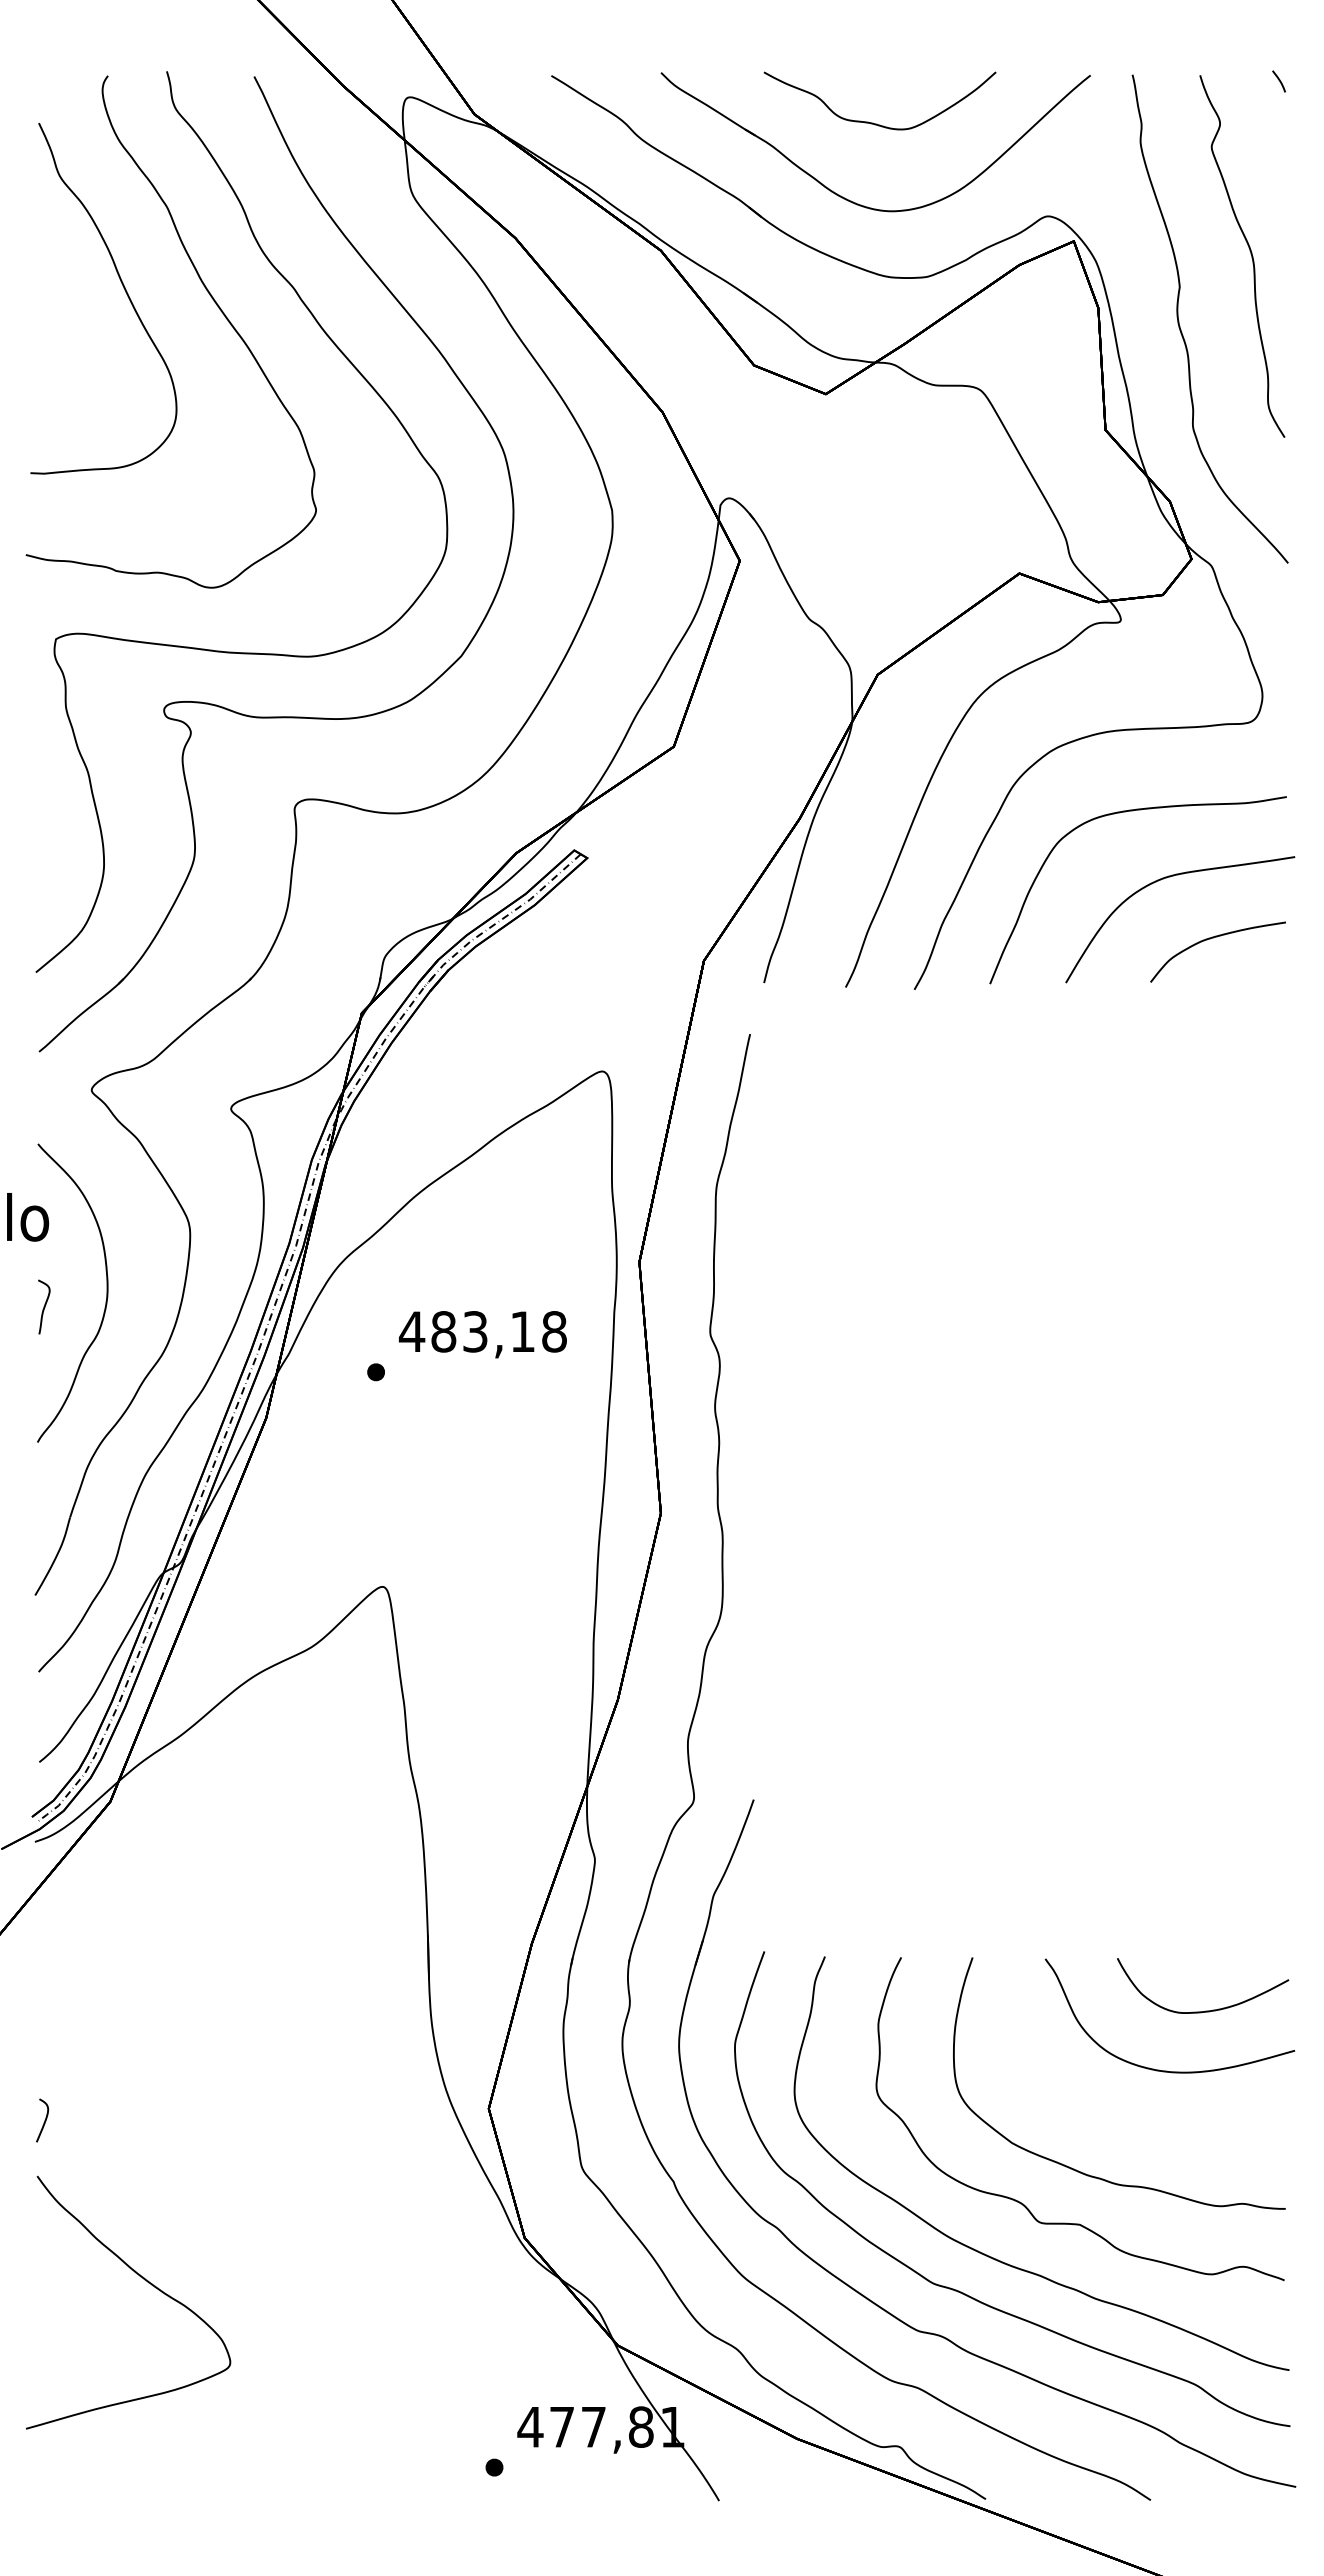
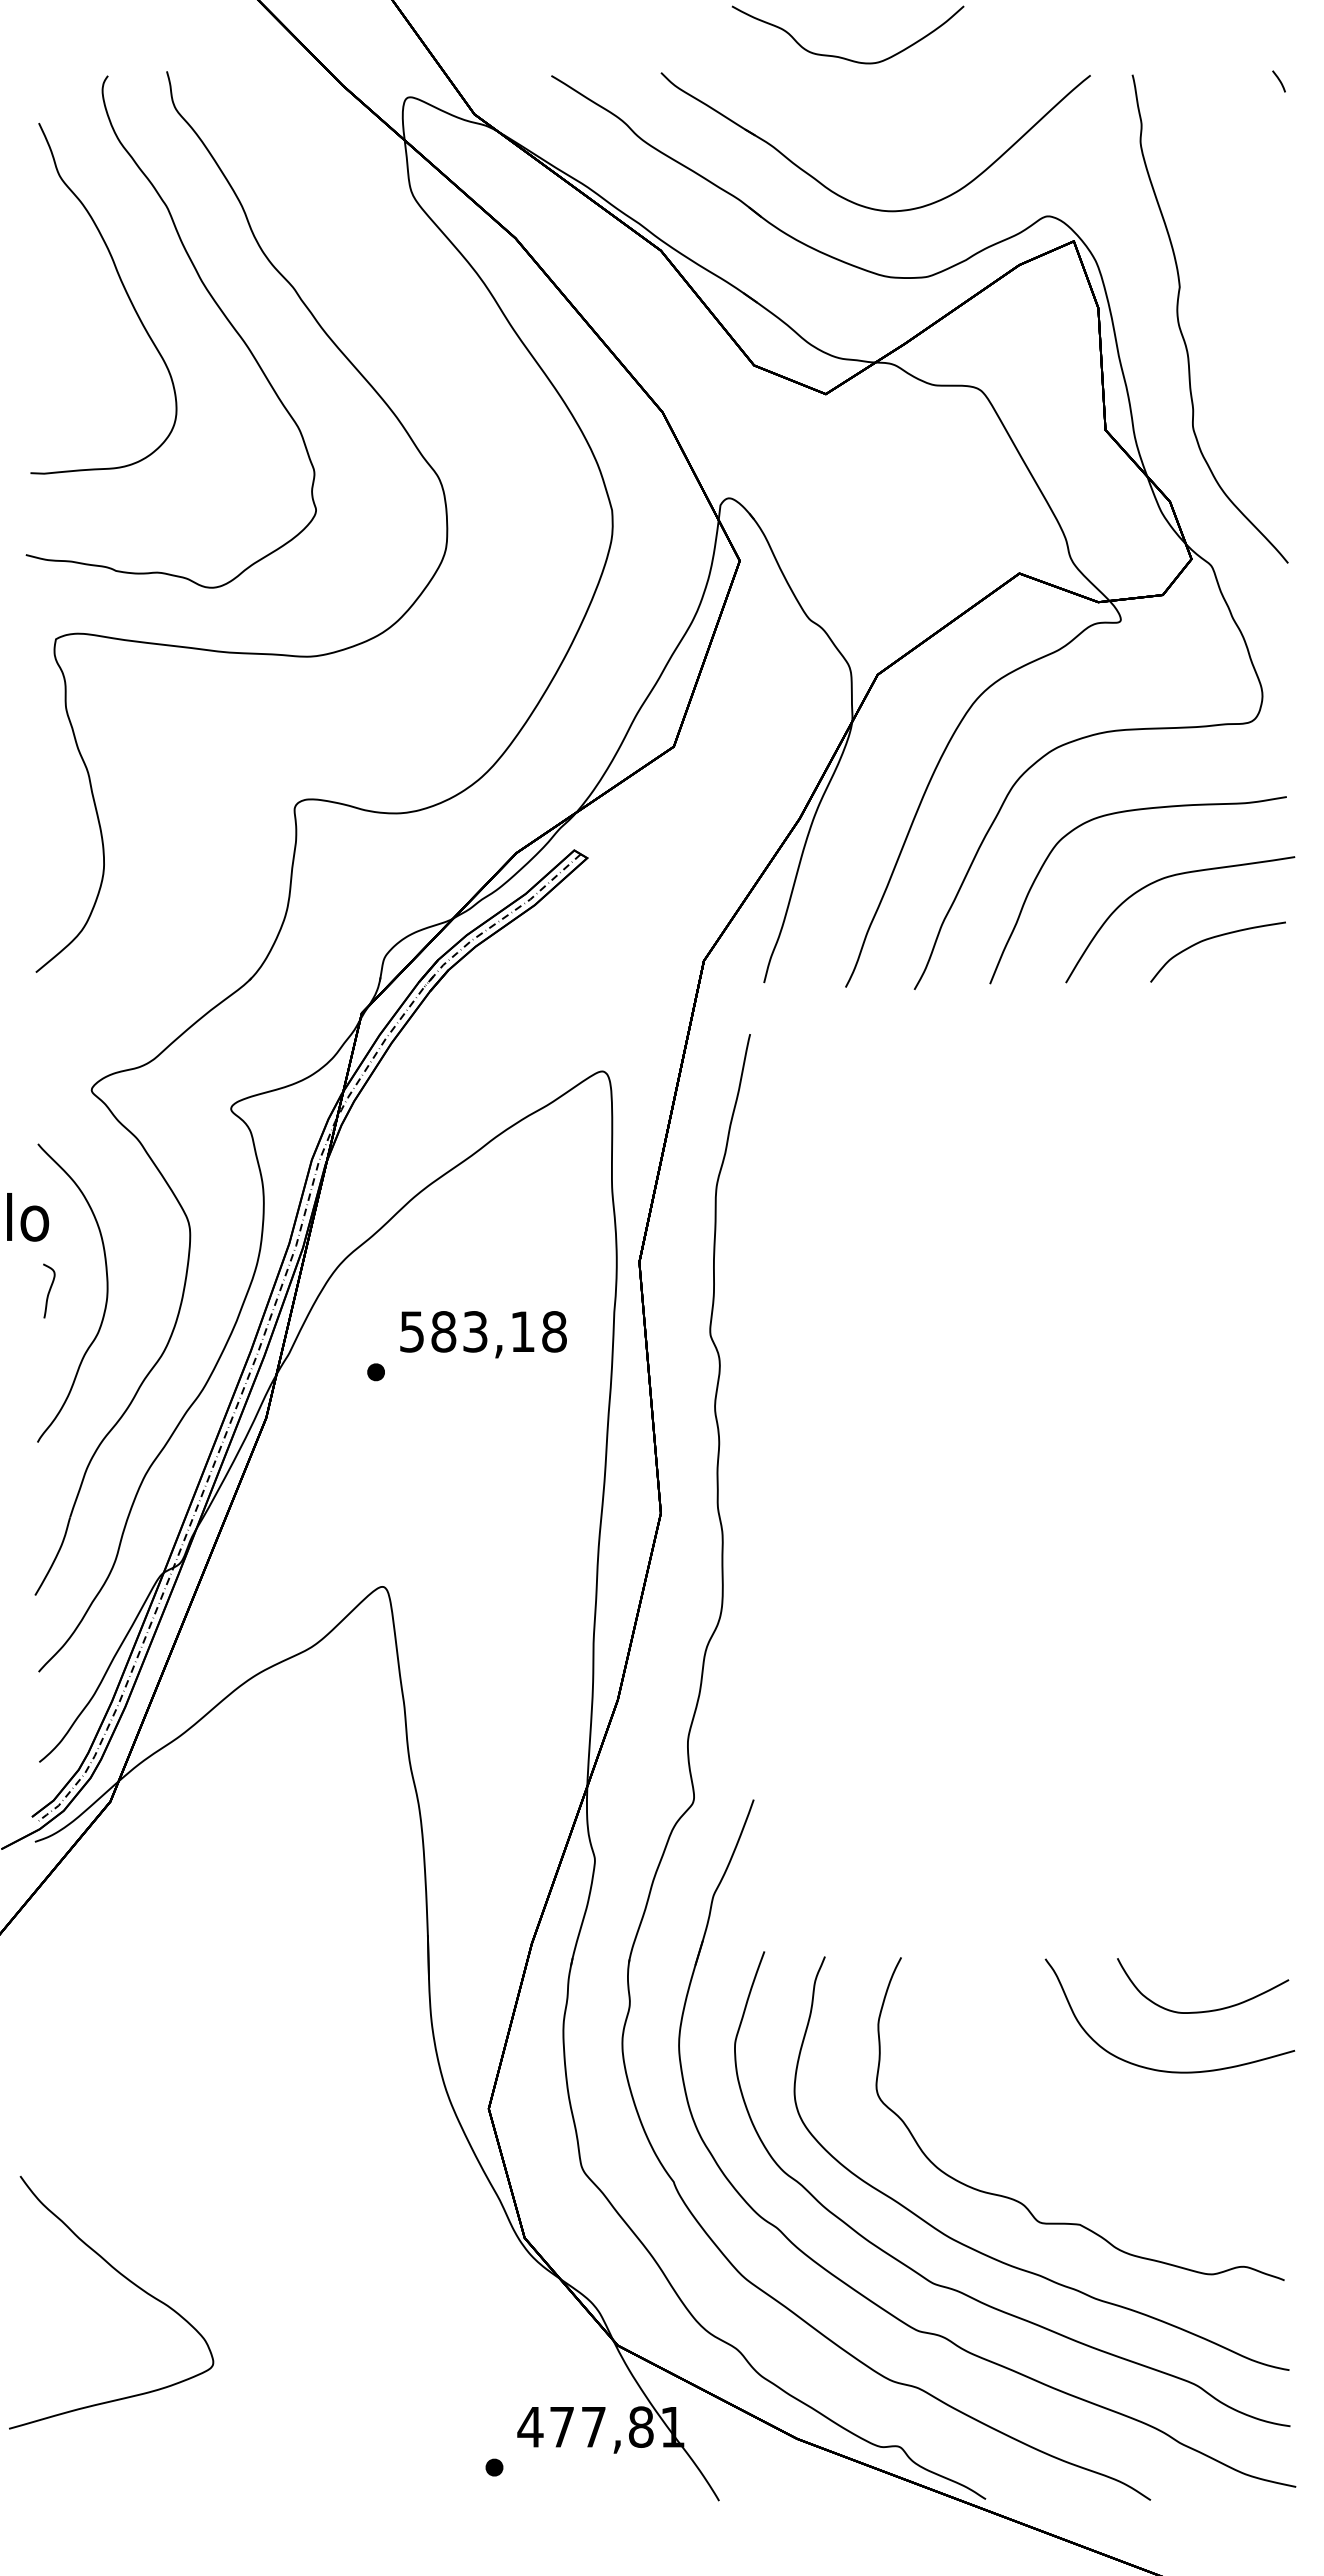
curve at (872, 122) position: (872, 122) -> (840, 56)
curve at (1250, 254): present -> none
part at (223, 706): present -> none
curve at (44, 1306) position: (44, 1306) -> (49, 1290)
text at (411, 1331): 483,18 -> 583,18
curve at (44, 2120): present -> none
curve at (1096, 2176): present -> none
curve at (144, 2280) position: (144, 2280) -> (127, 2280)
